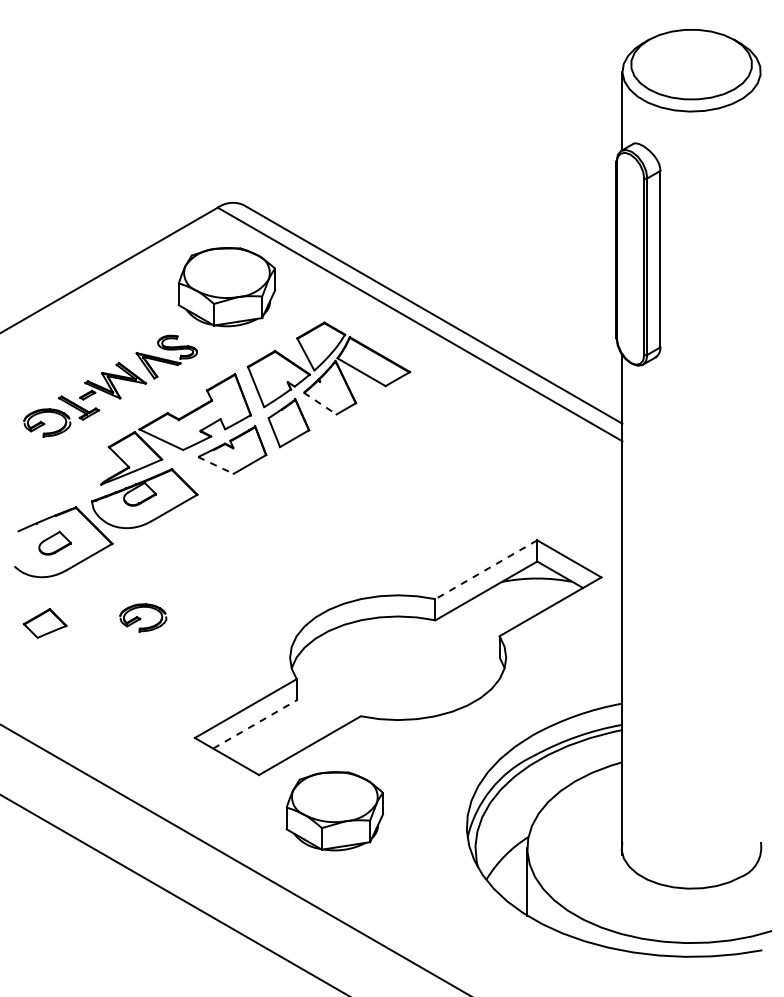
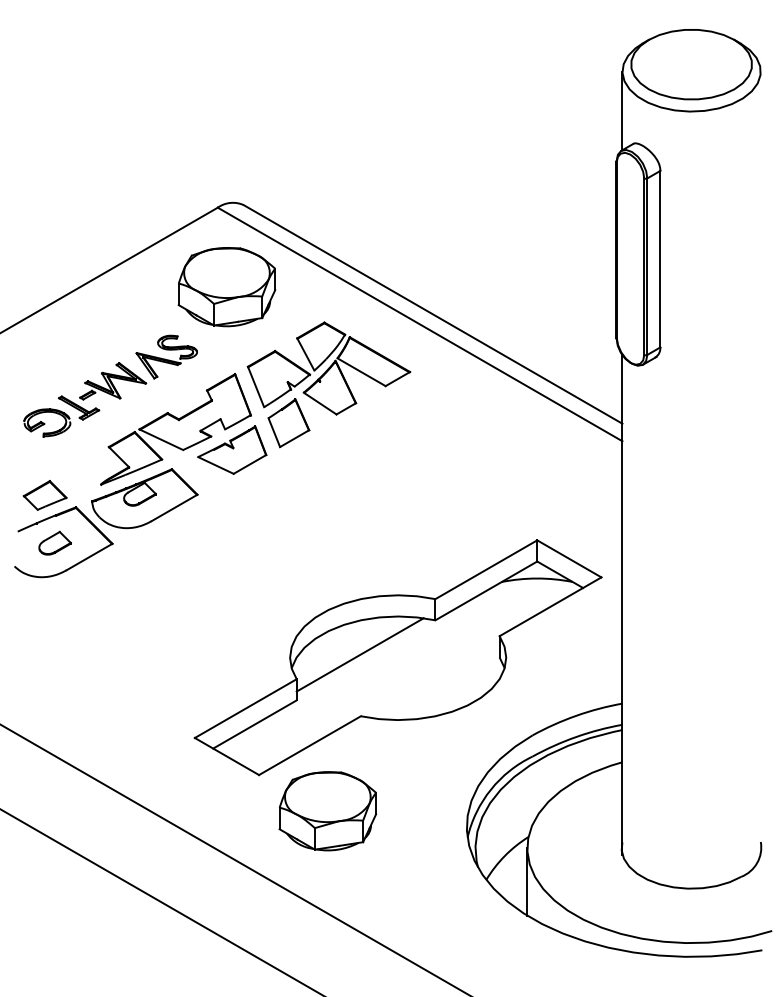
line at (320, 403): dashed -> solid
line at (215, 465): dashed -> solid
line at (486, 569): dashed -> solid
part at (143, 617): present -> none
part at (44, 623) position: (44, 623) -> (44, 495)
line at (359, 654): none -> present
line at (255, 724): dashed -> solid
part at (334, 811) position: (334, 811) -> (327, 811)
line at (173, 894) position: (173, 894) -> (161, 901)
